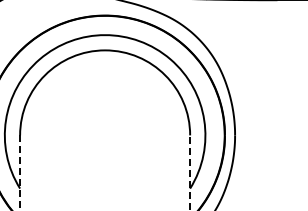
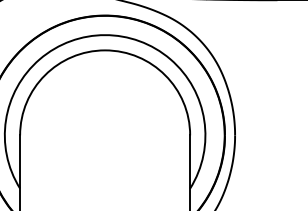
line at (190, 172): dashed -> solid
line at (20, 173): dashed -> solid
